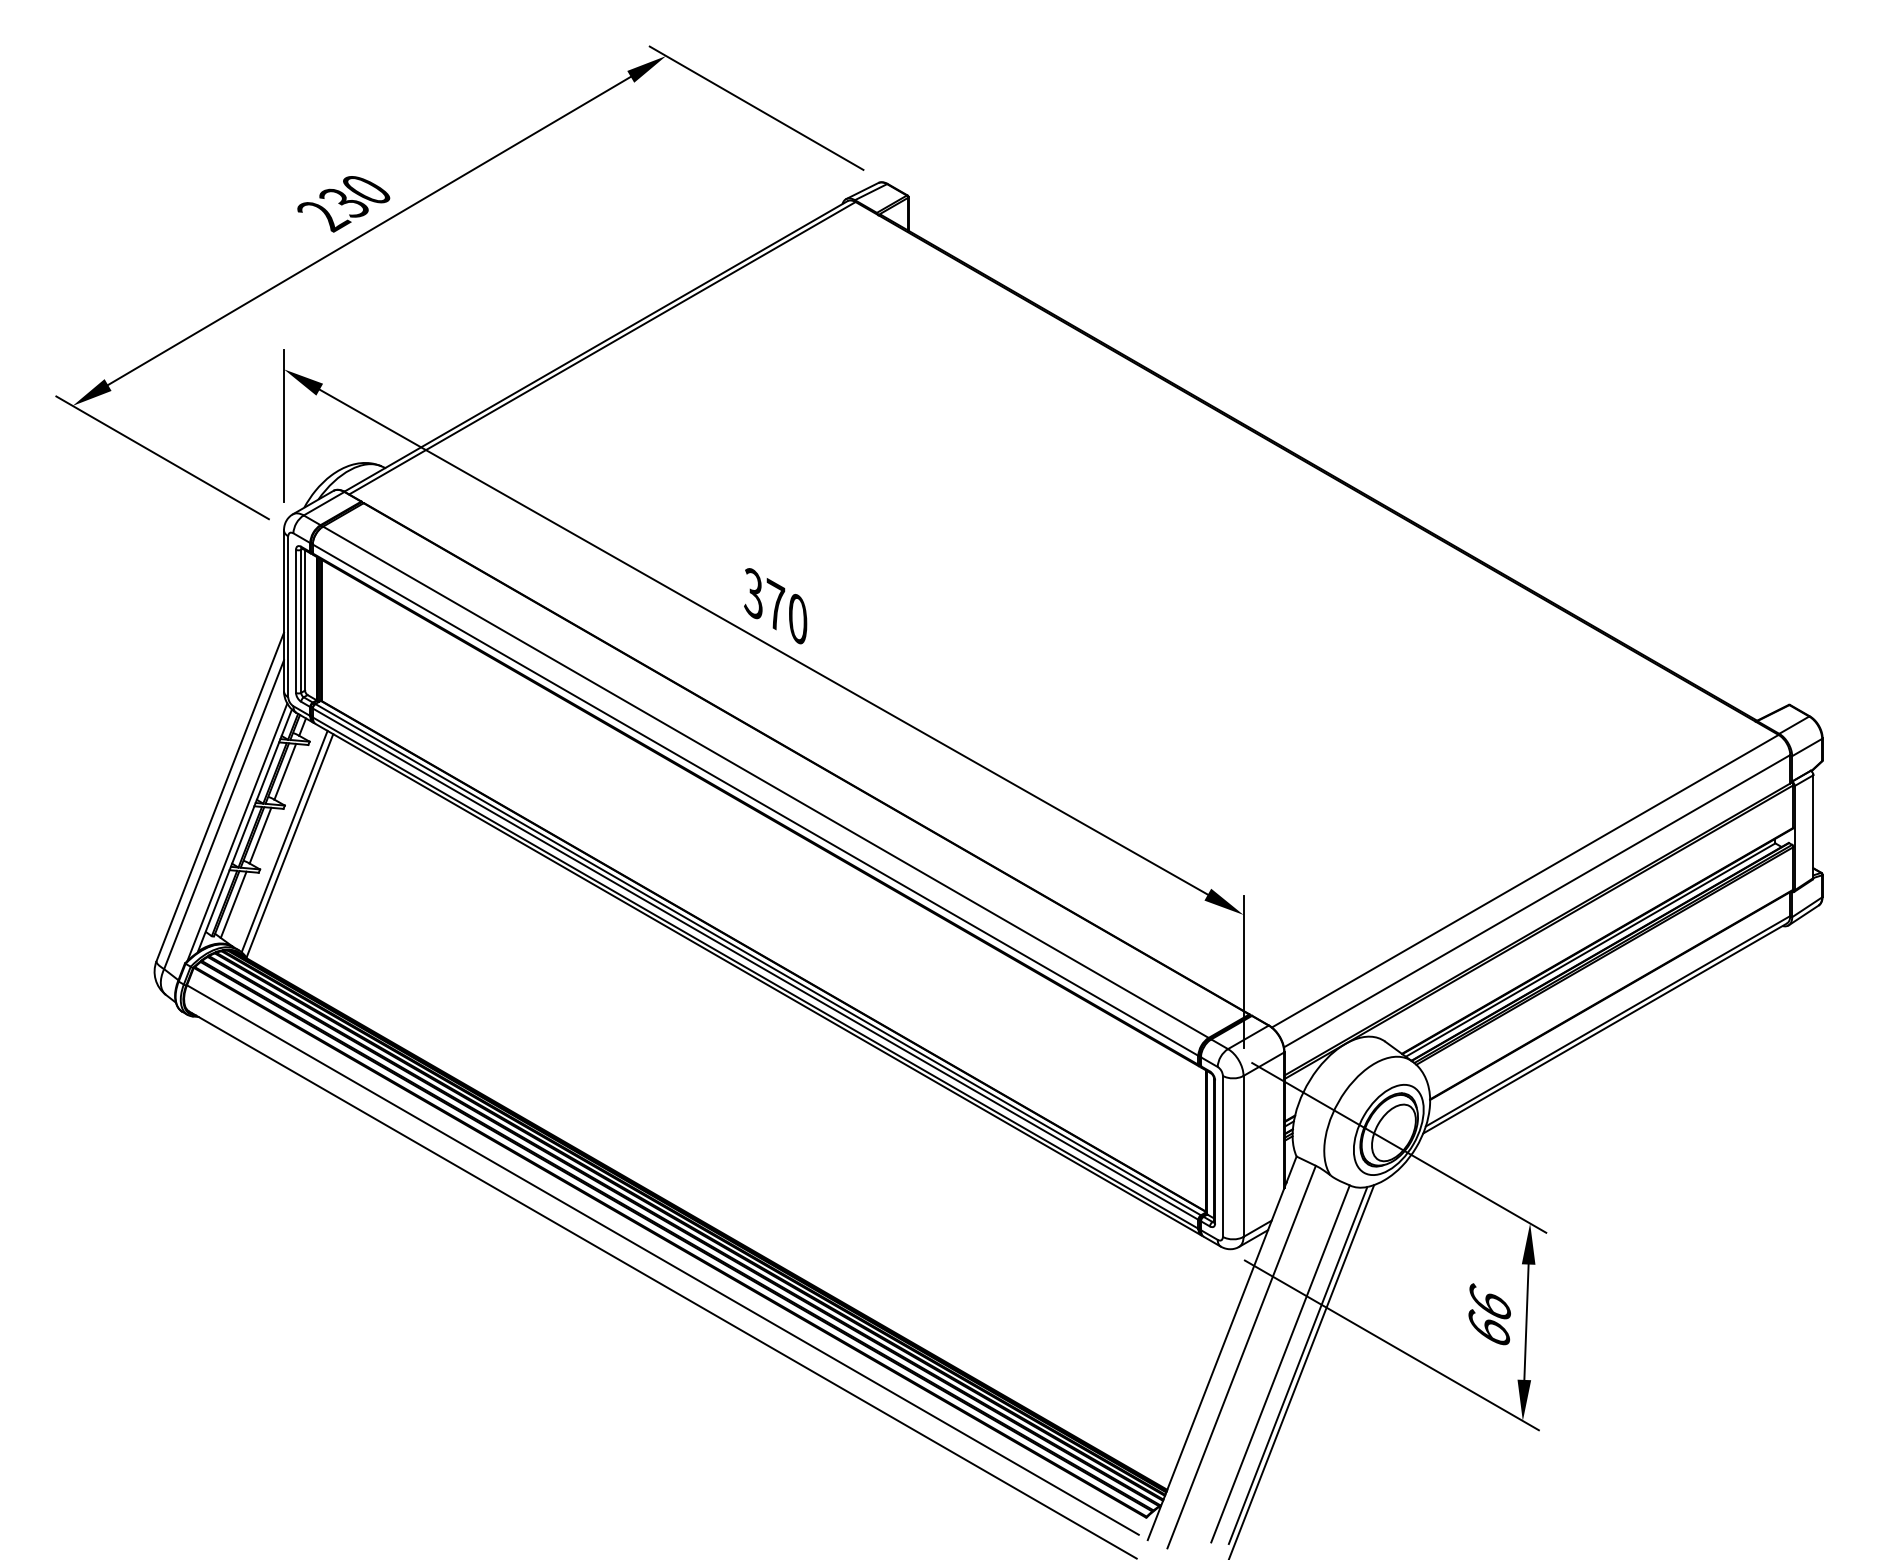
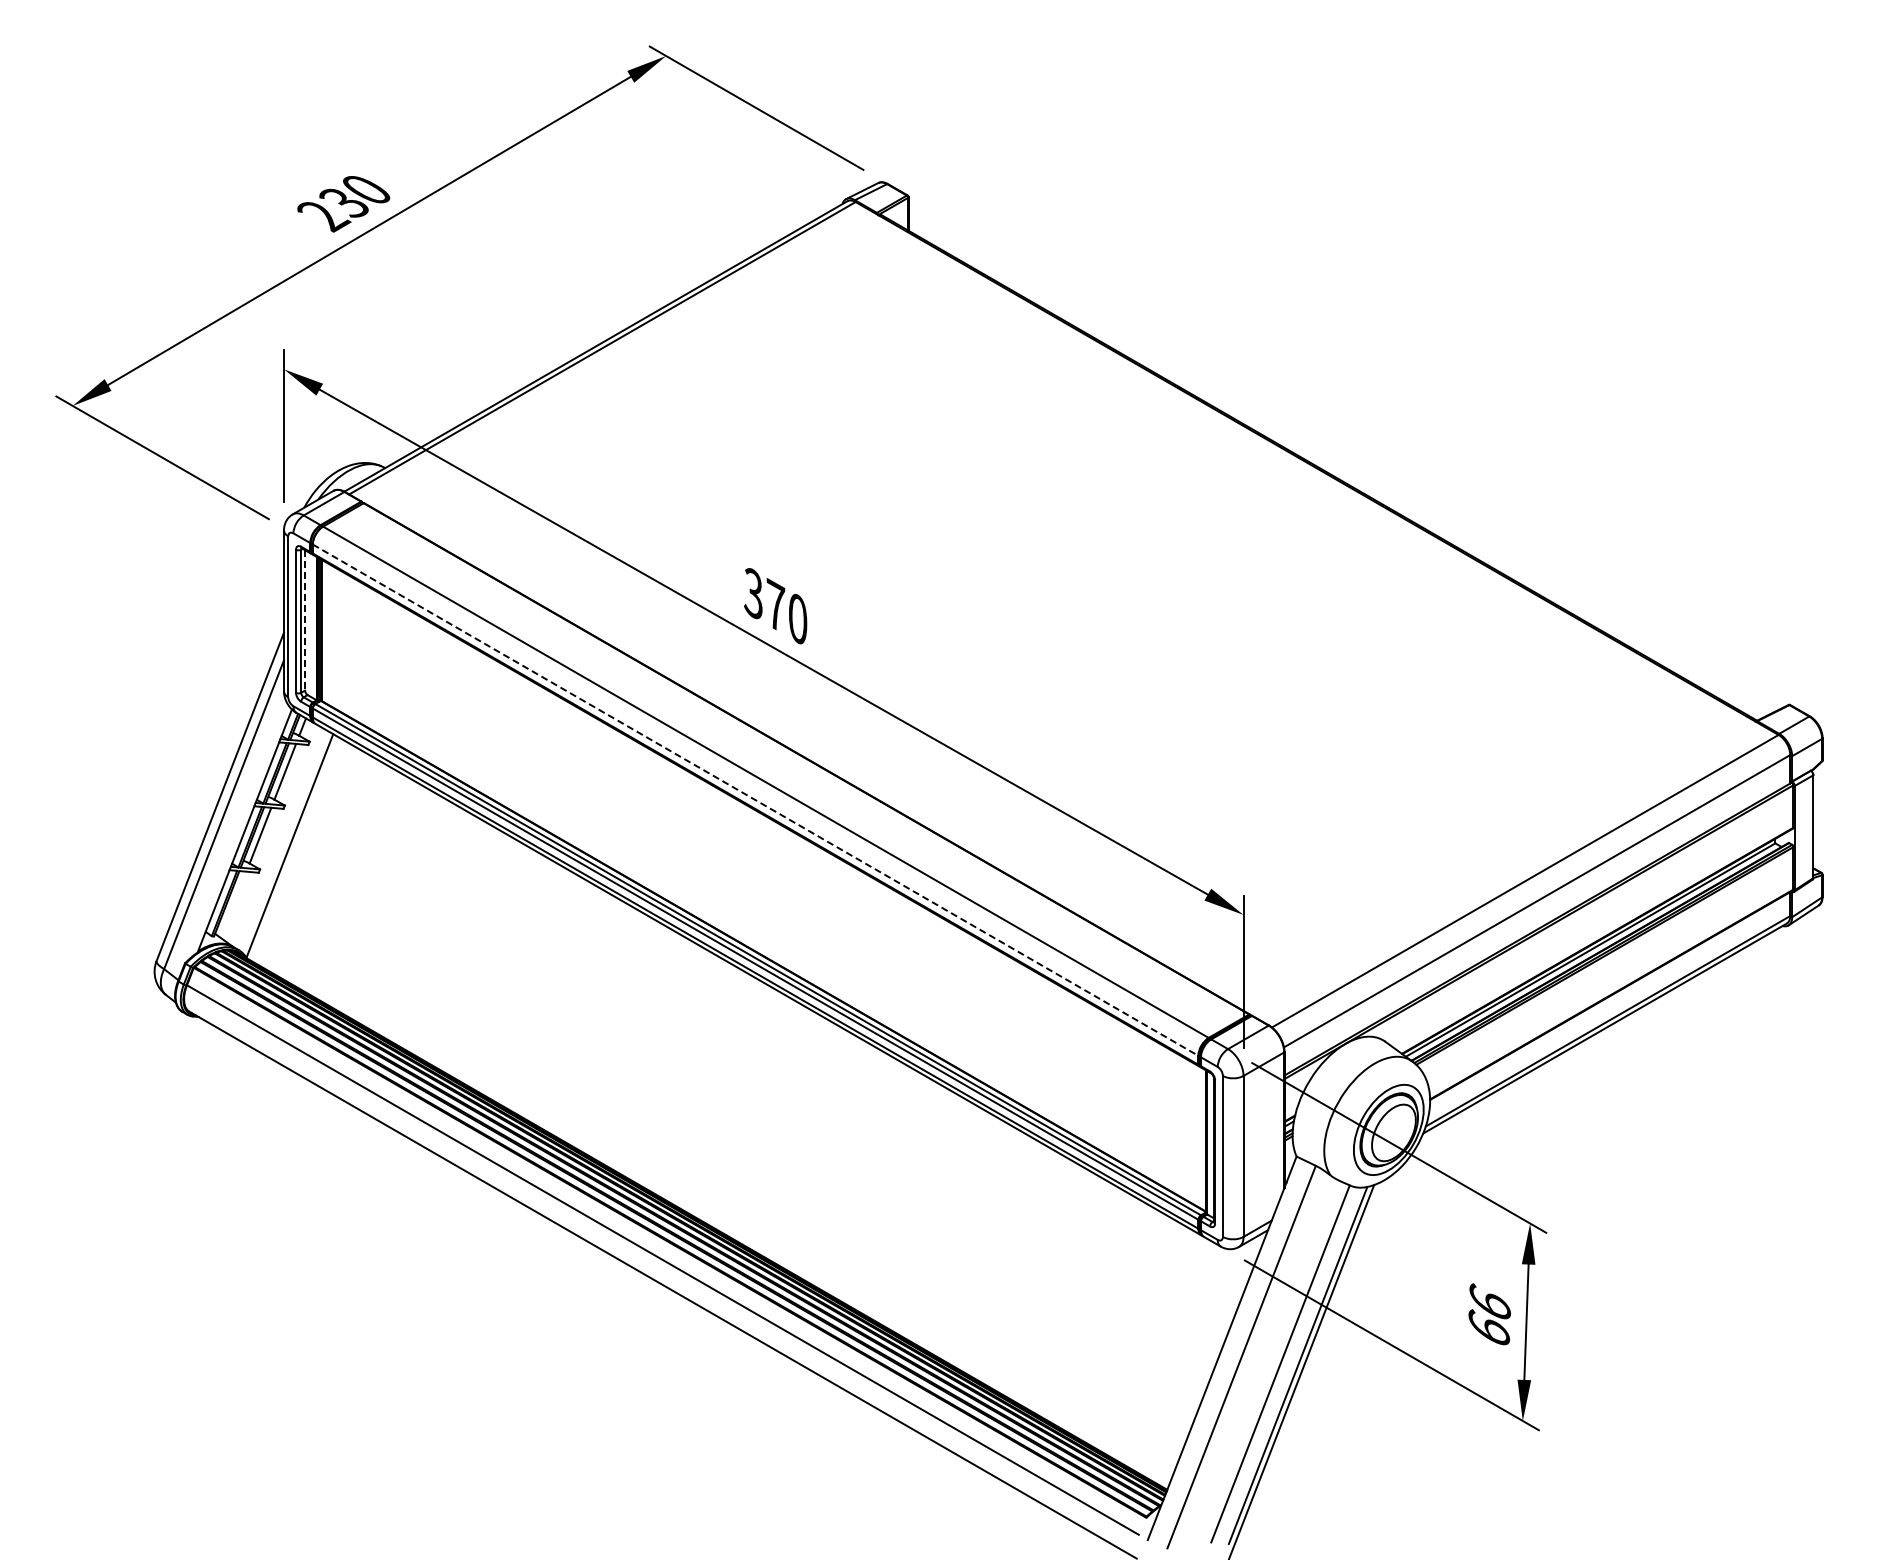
line at (305, 620): solid -> dashed
line at (756, 800): solid -> dashed
line at (237, 831): present -> none
line at (284, 841): present -> none
line at (233, 904): present -> none
